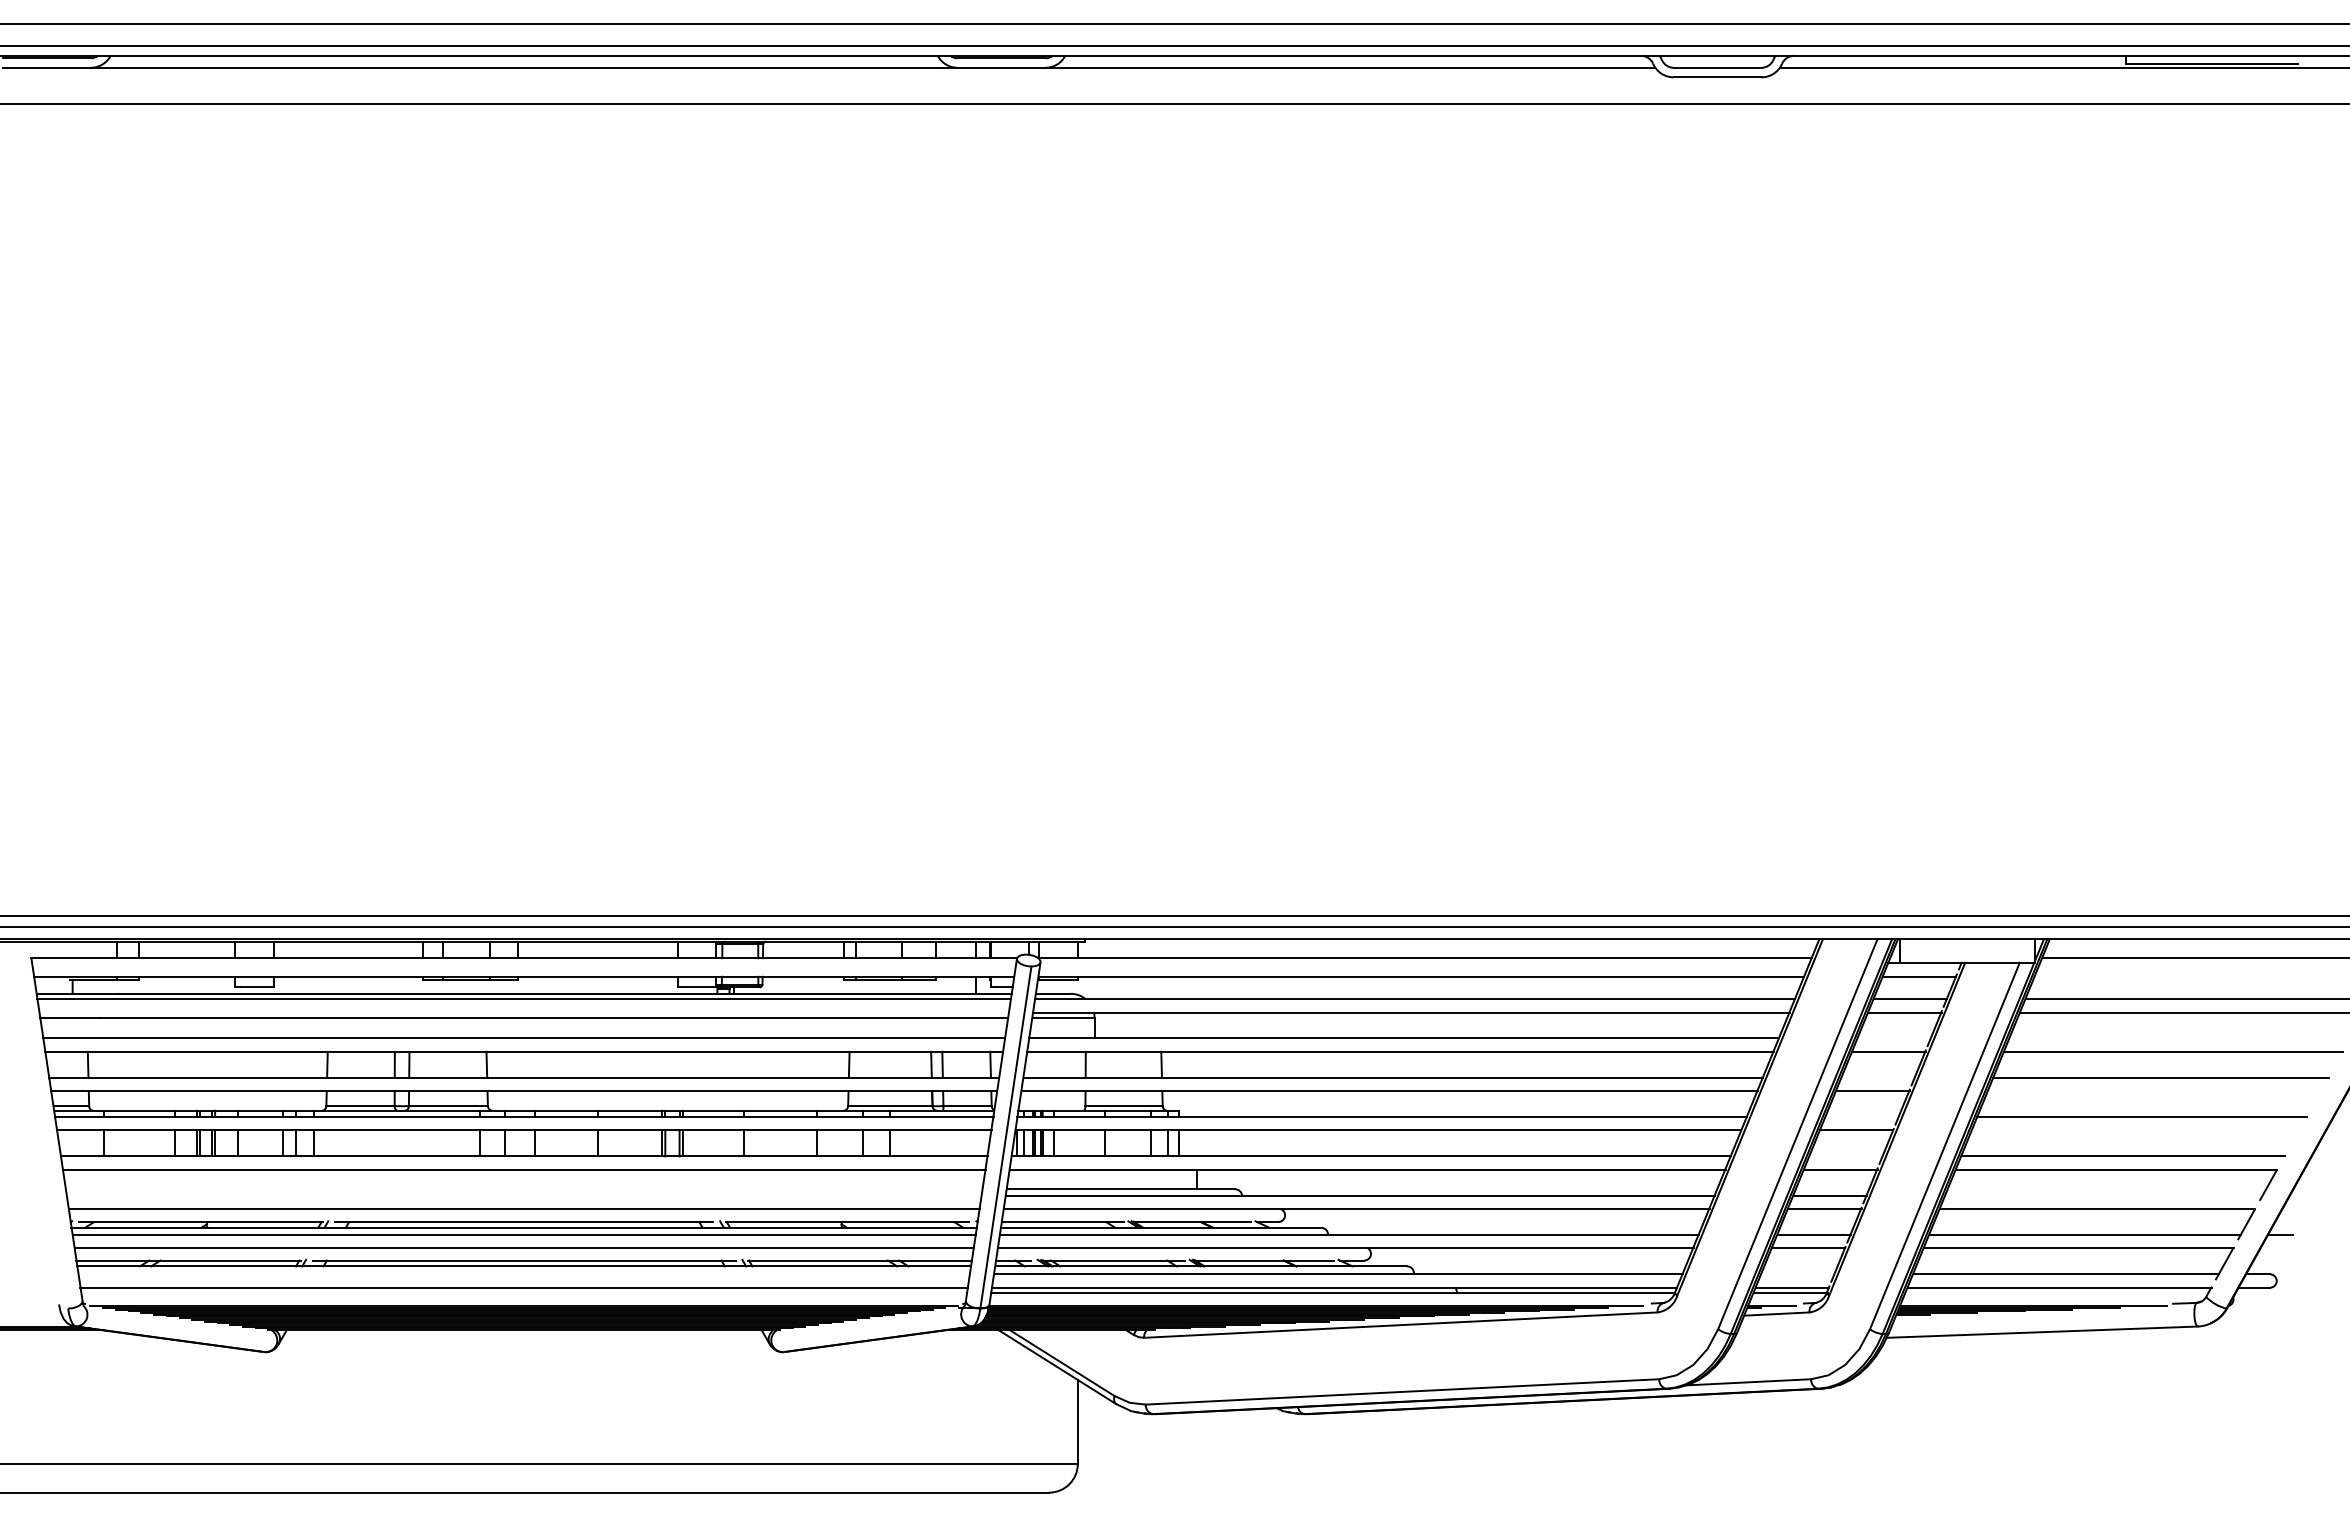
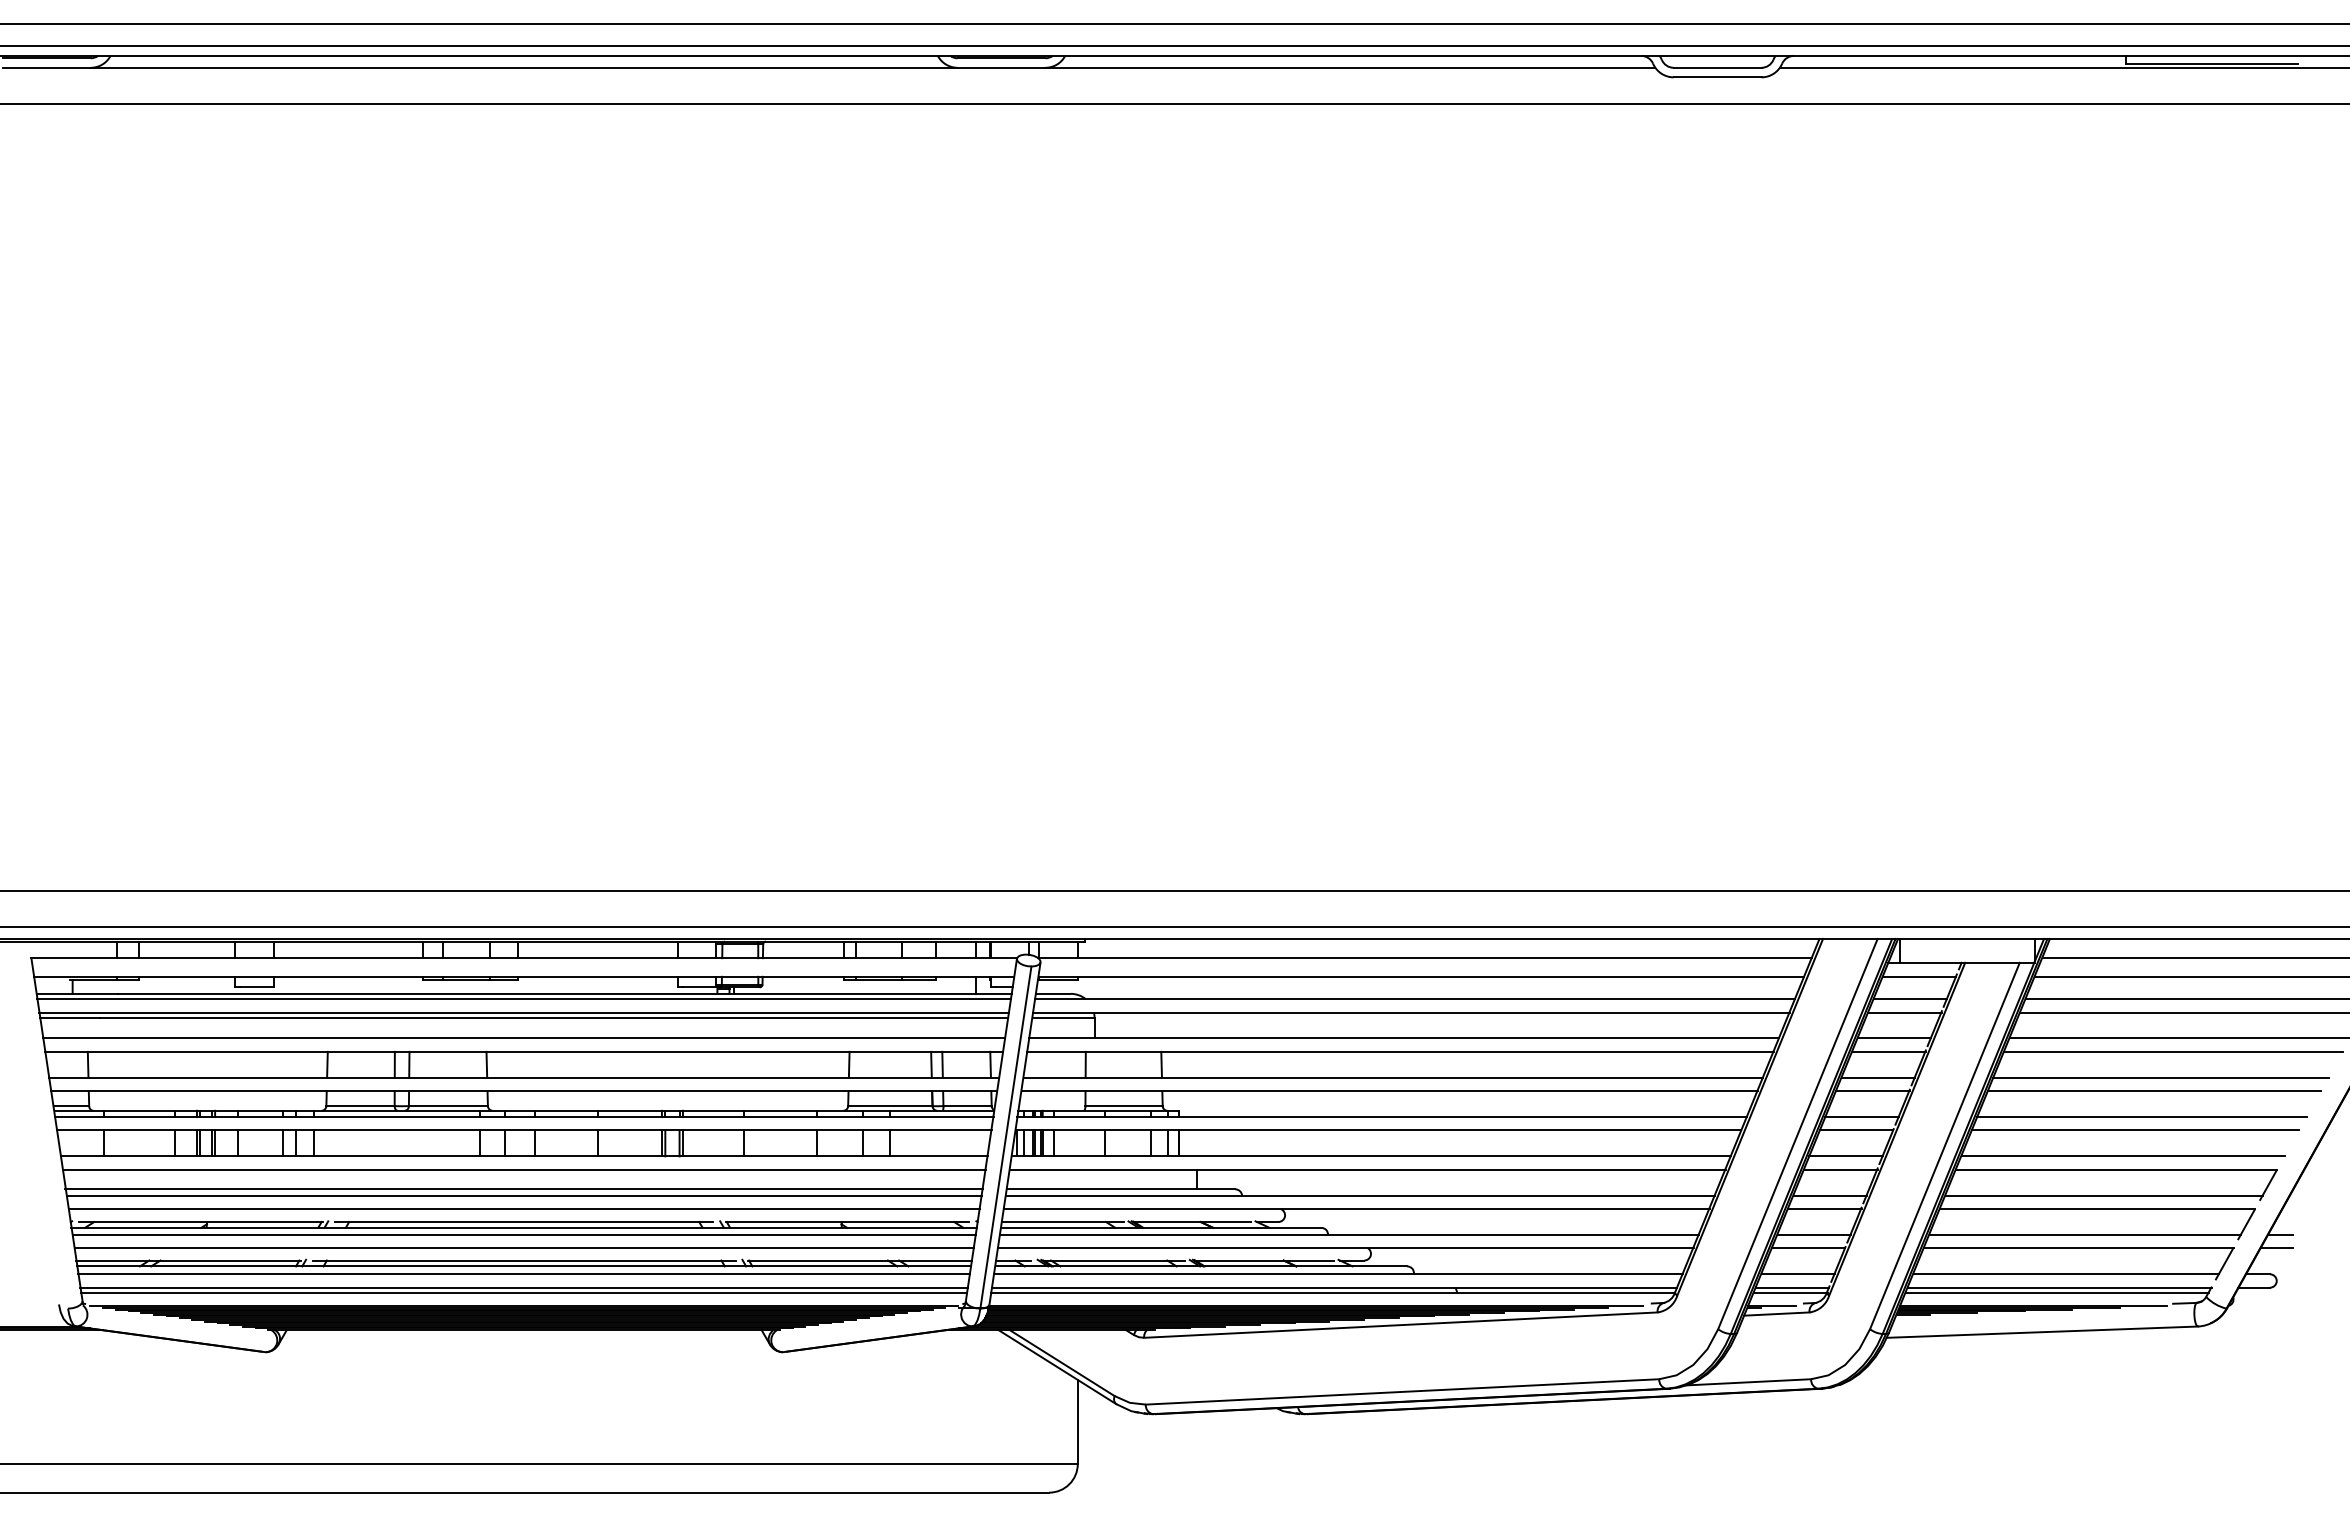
line at (1174, 916) position: (1174, 916) -> (1174, 891)
line at (2190, 976): none -> present
line at (524, 1012): none -> present
line at (1894, 1038): none -> present
line at (2177, 1038): none -> present
line at (1877, 1077): none -> present
line at (2154, 1091): none -> present
line at (1861, 1117): none -> present
line at (2135, 1130): none -> present
line at (1845, 1156): none -> present
line at (523, 1189): none -> present
line at (523, 1195): none -> present
line at (2103, 1195): none -> present
line at (2276, 1248): none -> present
line at (524, 1274): none -> present
line at (1797, 1274): none -> present
line at (524, 1292): none -> present
line at (2056, 1292): none -> present
